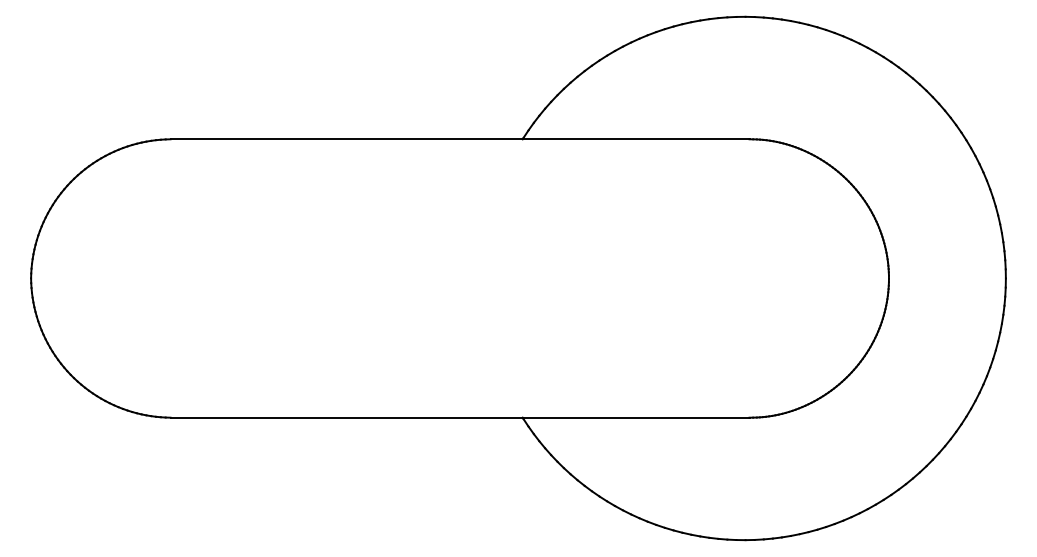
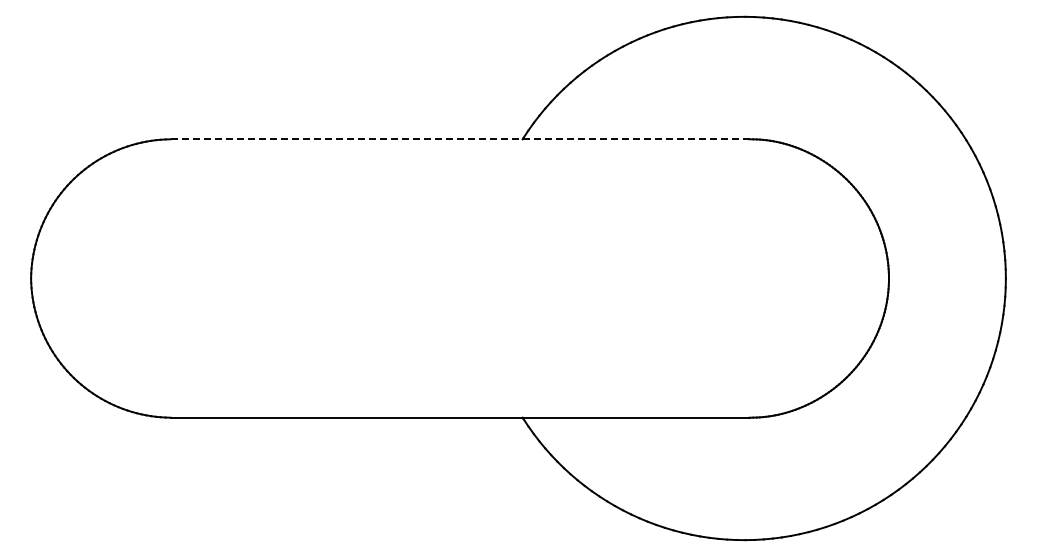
line at (460, 139): solid -> dashed
